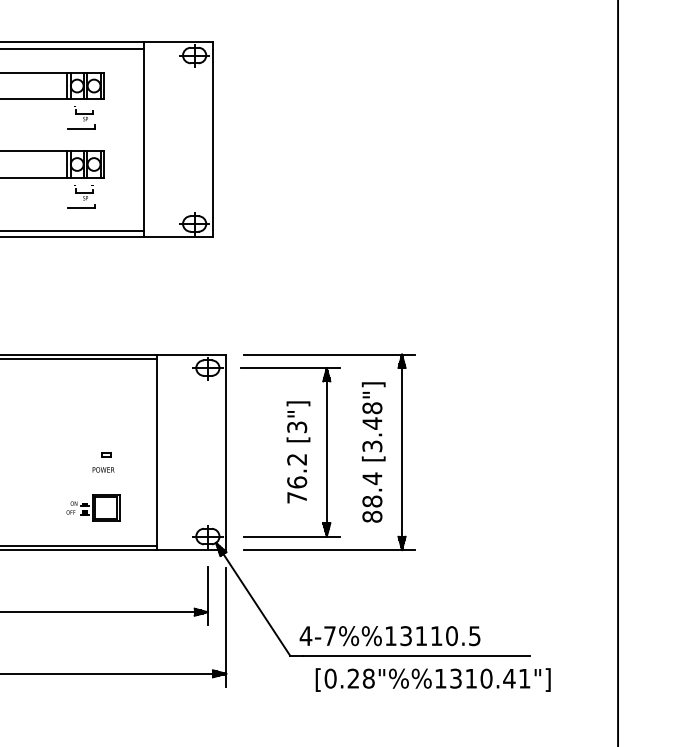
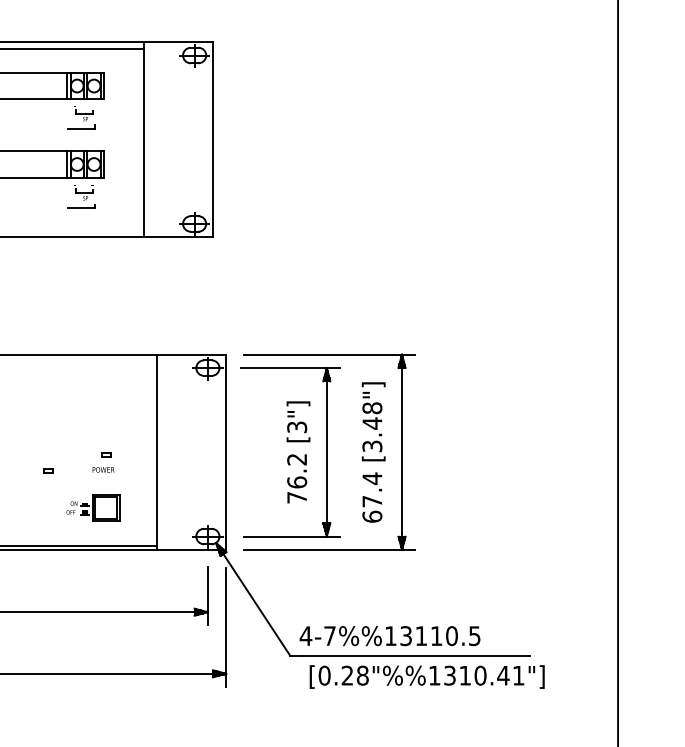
line at (72, 230): present -> none
line at (79, 359): present -> none
part at (48, 470): none -> present
text at (372, 508): 88.4 -> 67.4
text at (432, 679) position: (432, 679) -> (426, 676)
